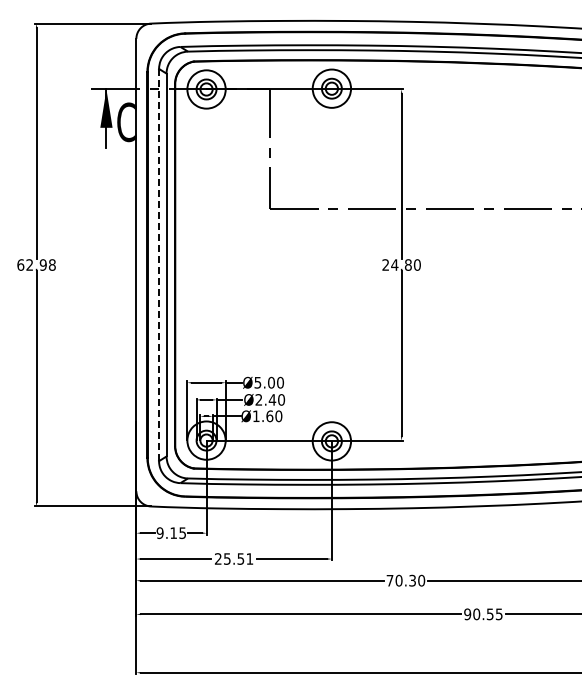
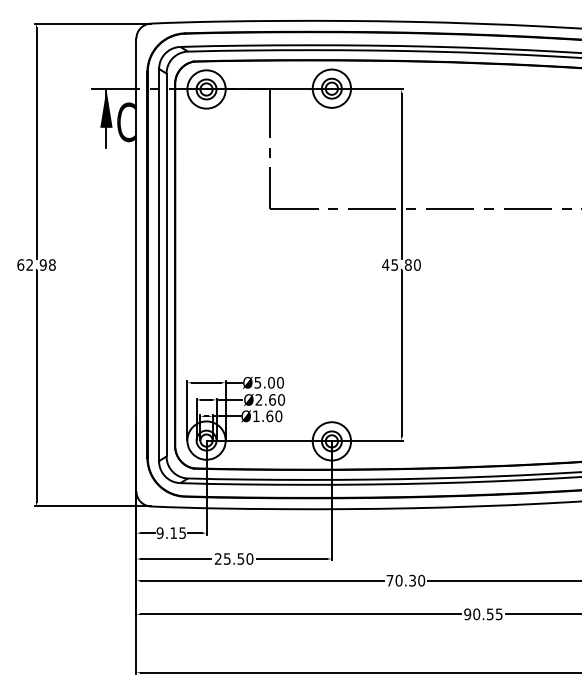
text at (390, 264): 24.80 -> 45.80
line at (159, 265): dashed -> solid
text at (272, 399): Ø2.40 -> Ø2.60
text at (249, 558): 25.51 -> 25.50
